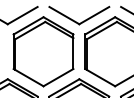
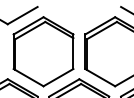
part at (81, 21): present -> none
